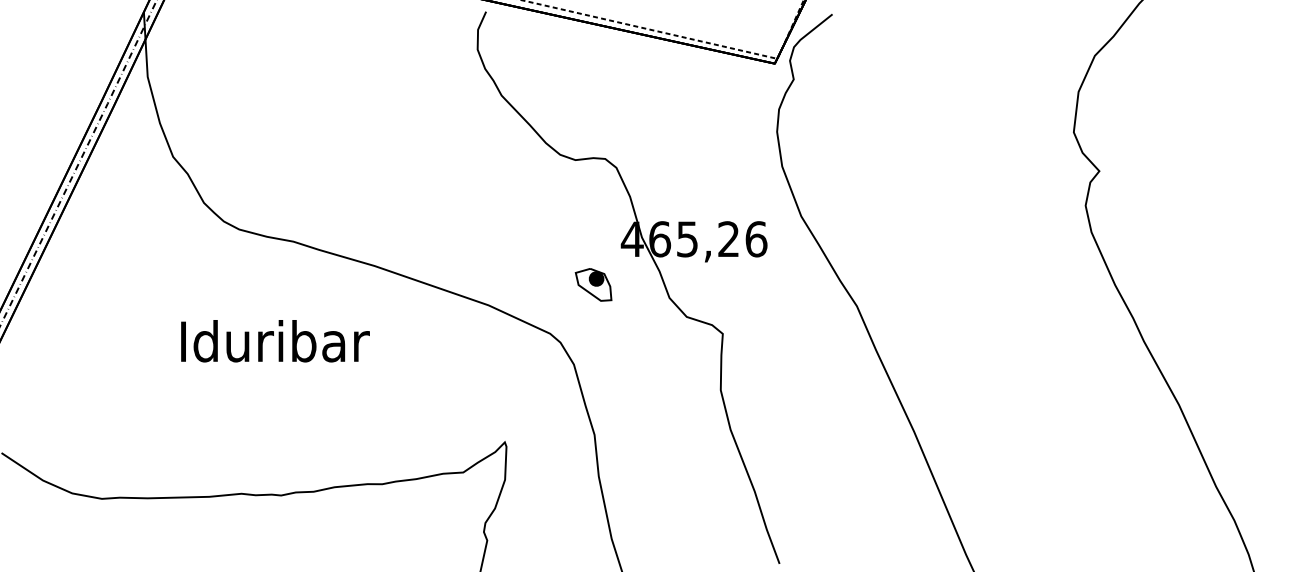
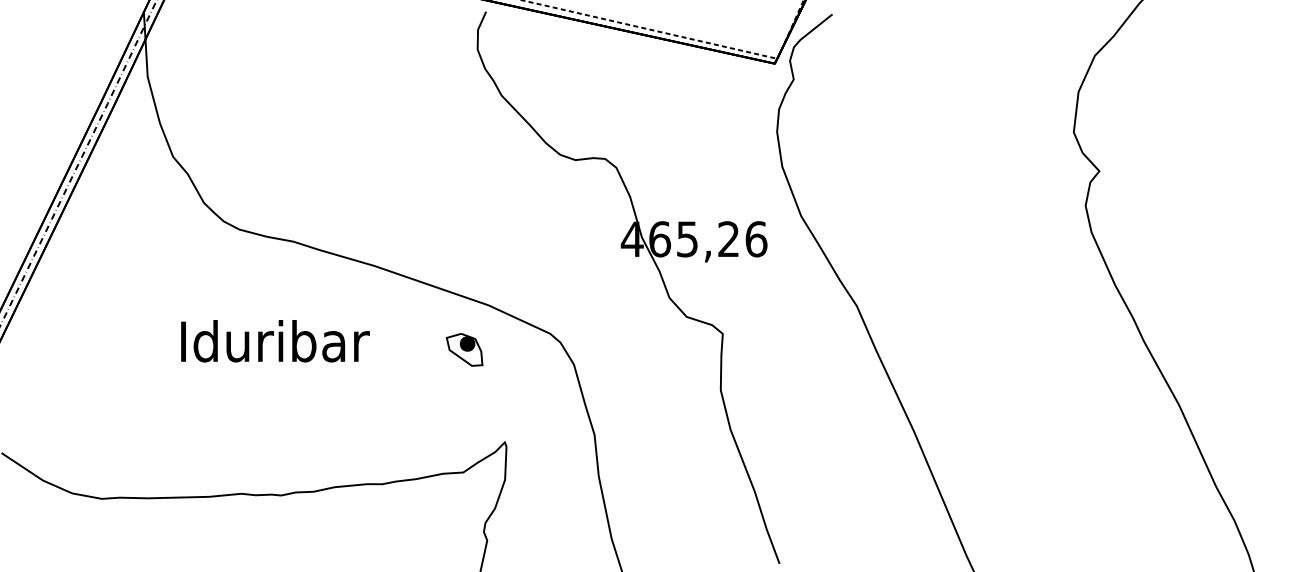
part at (593, 284) position: (593, 284) -> (464, 349)
